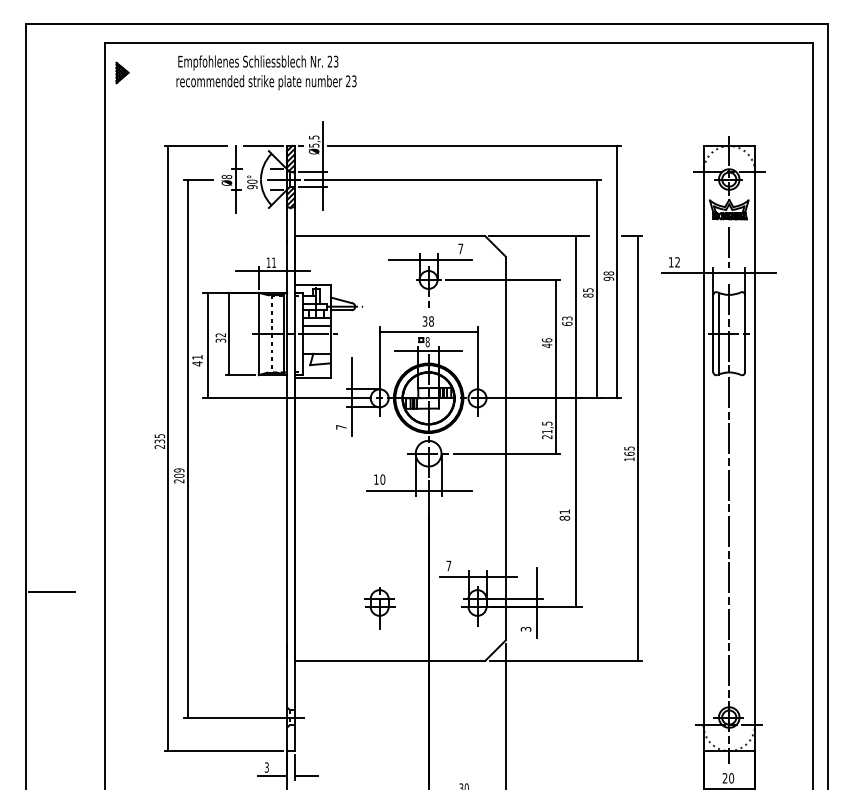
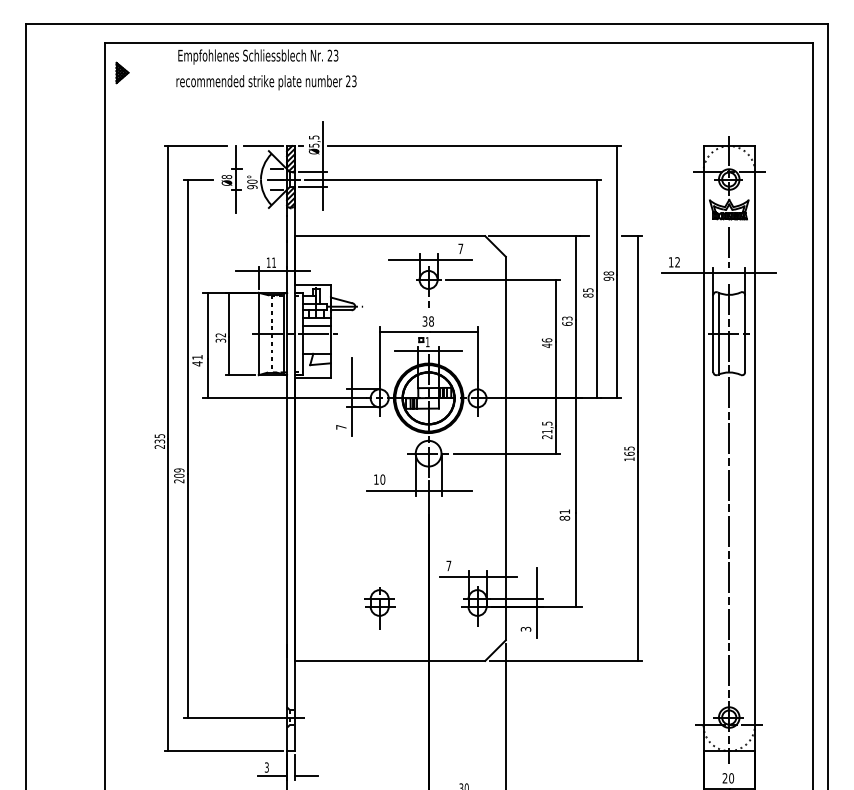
text at (258, 62) position: (258, 62) -> (258, 56)
text at (427, 342): 8 -> 1
line at (51, 592): present -> none
